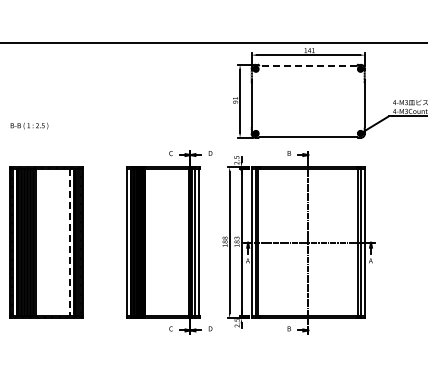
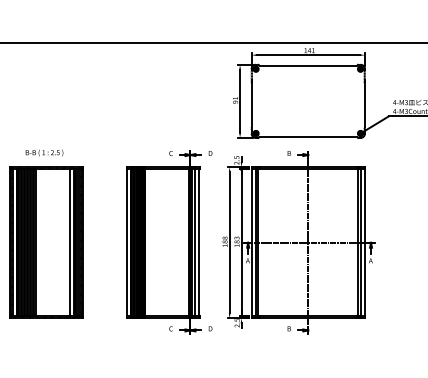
line at (308, 65): dashed -> solid
text at (29, 125) position: (29, 125) -> (44, 152)
line at (69, 242): dashed -> solid
